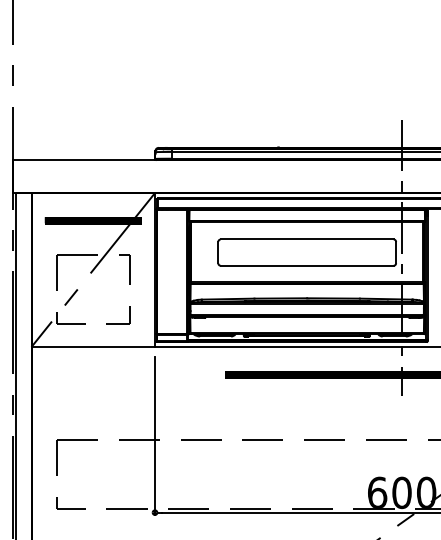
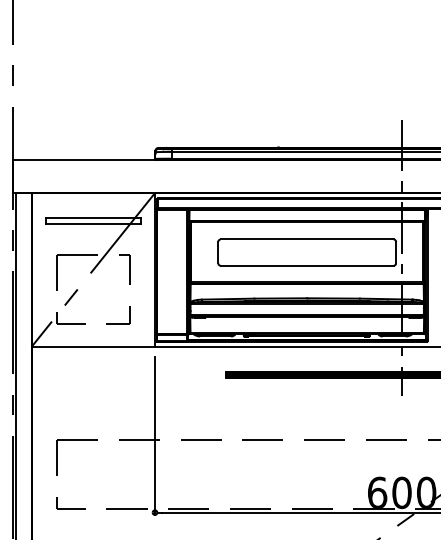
hatch at (93, 220): present -> none
